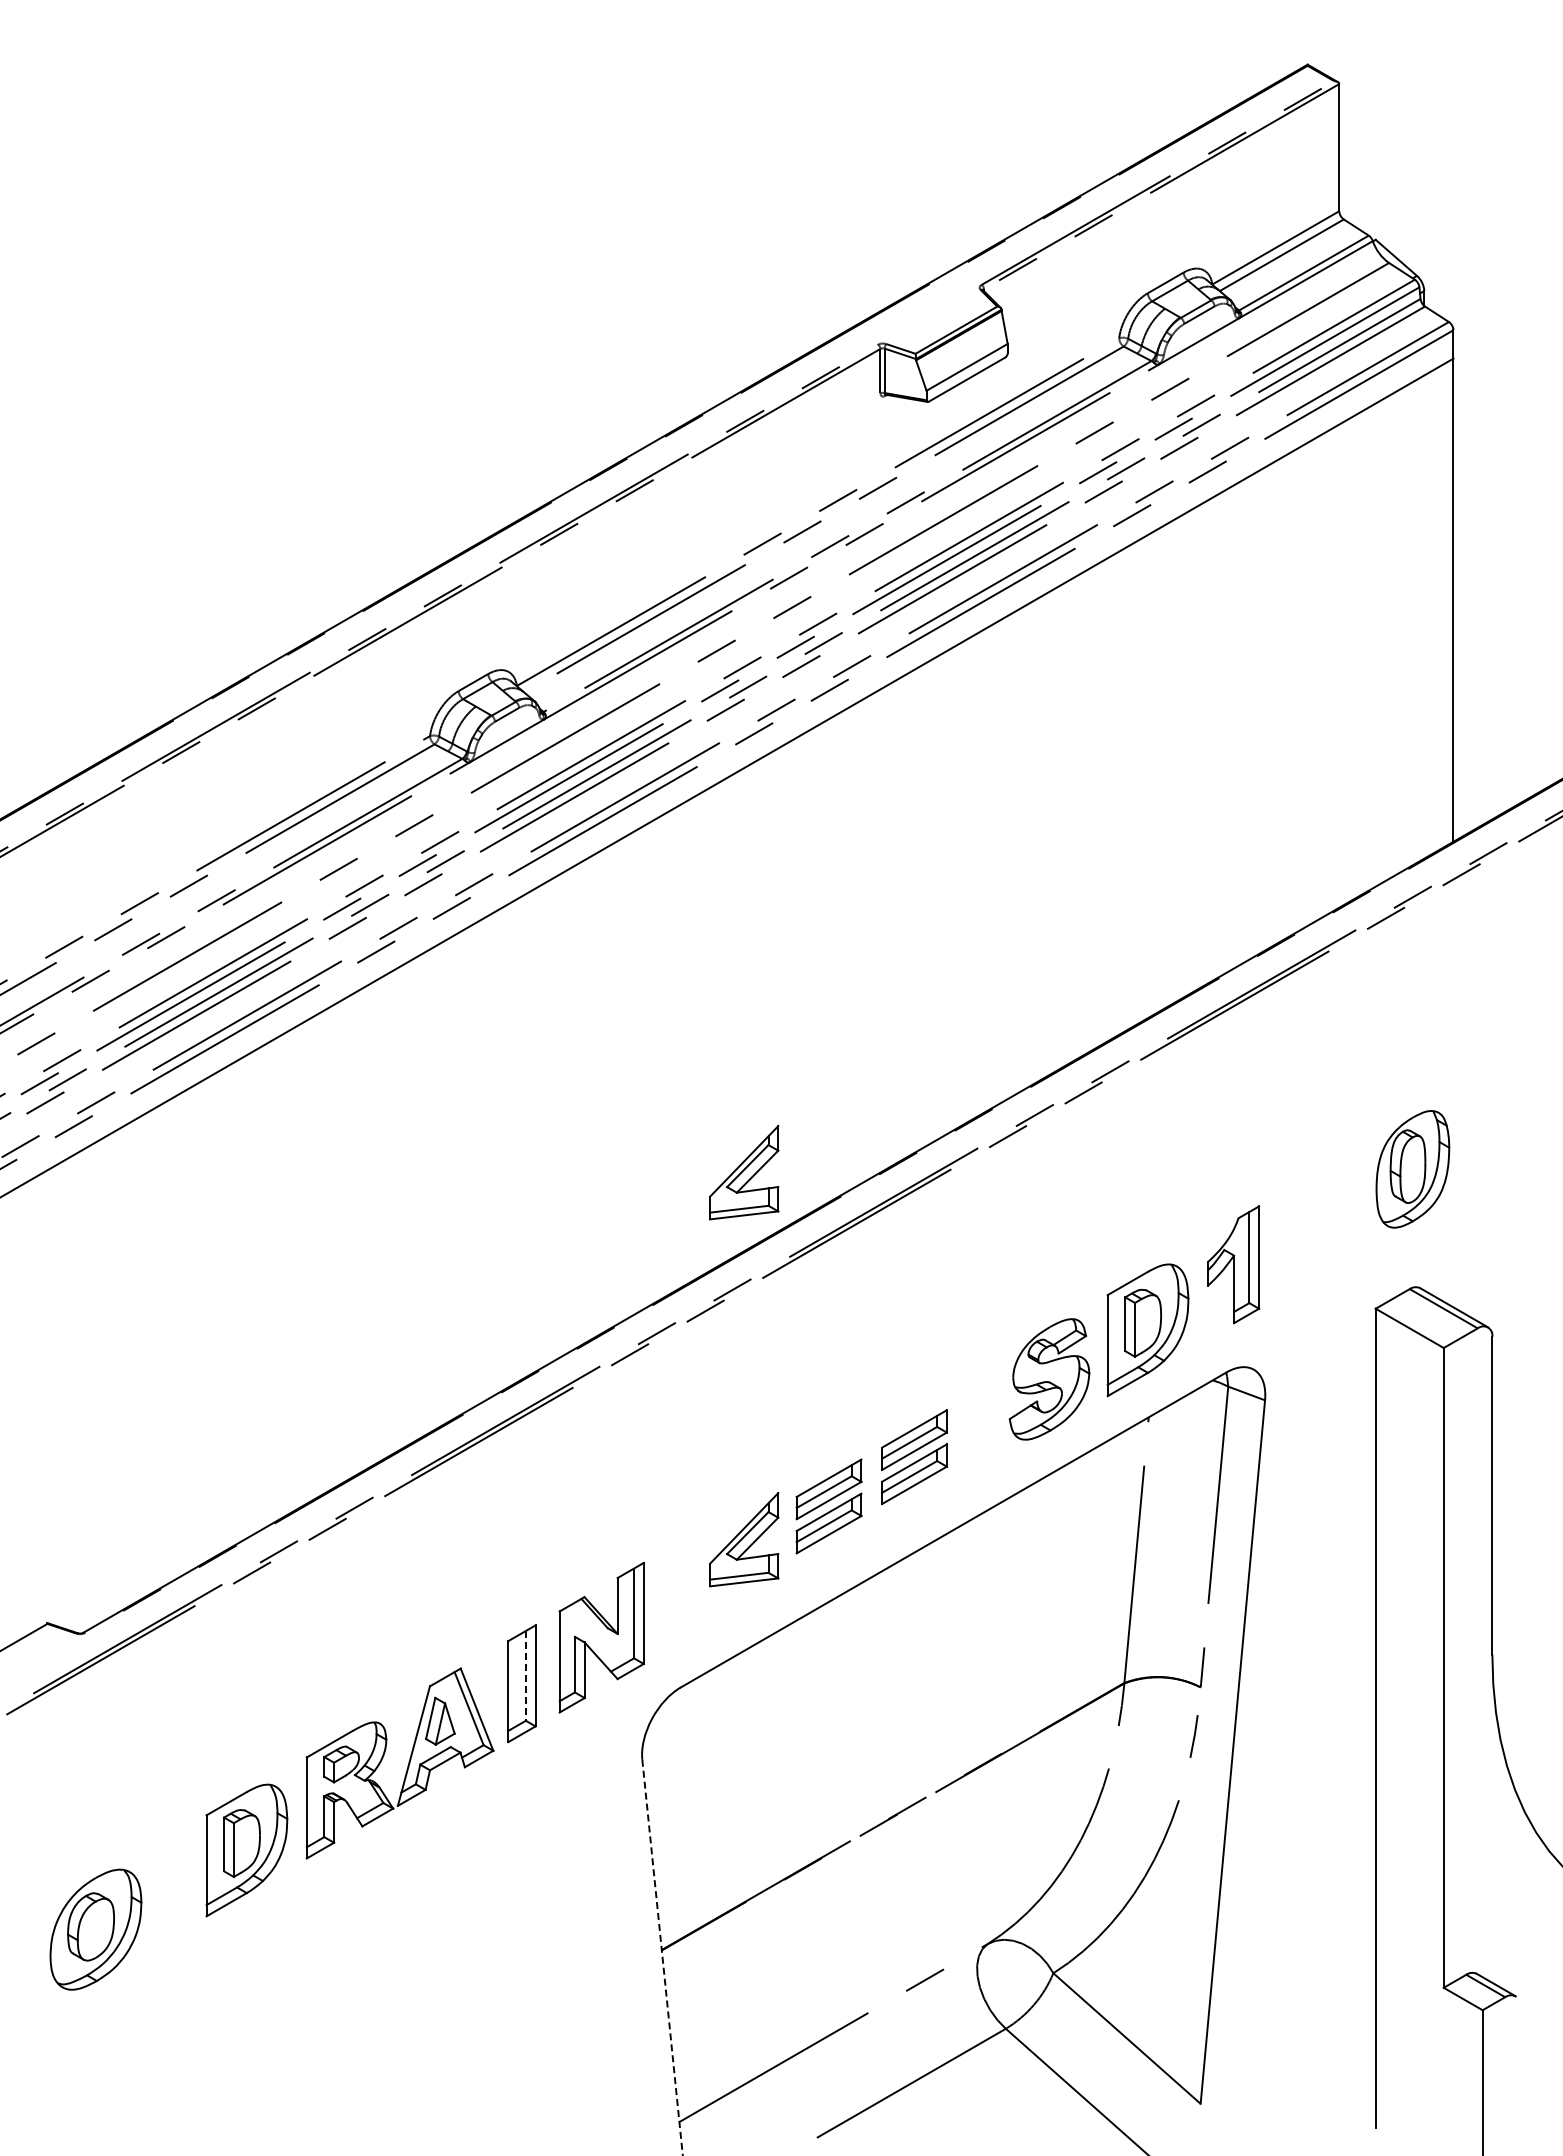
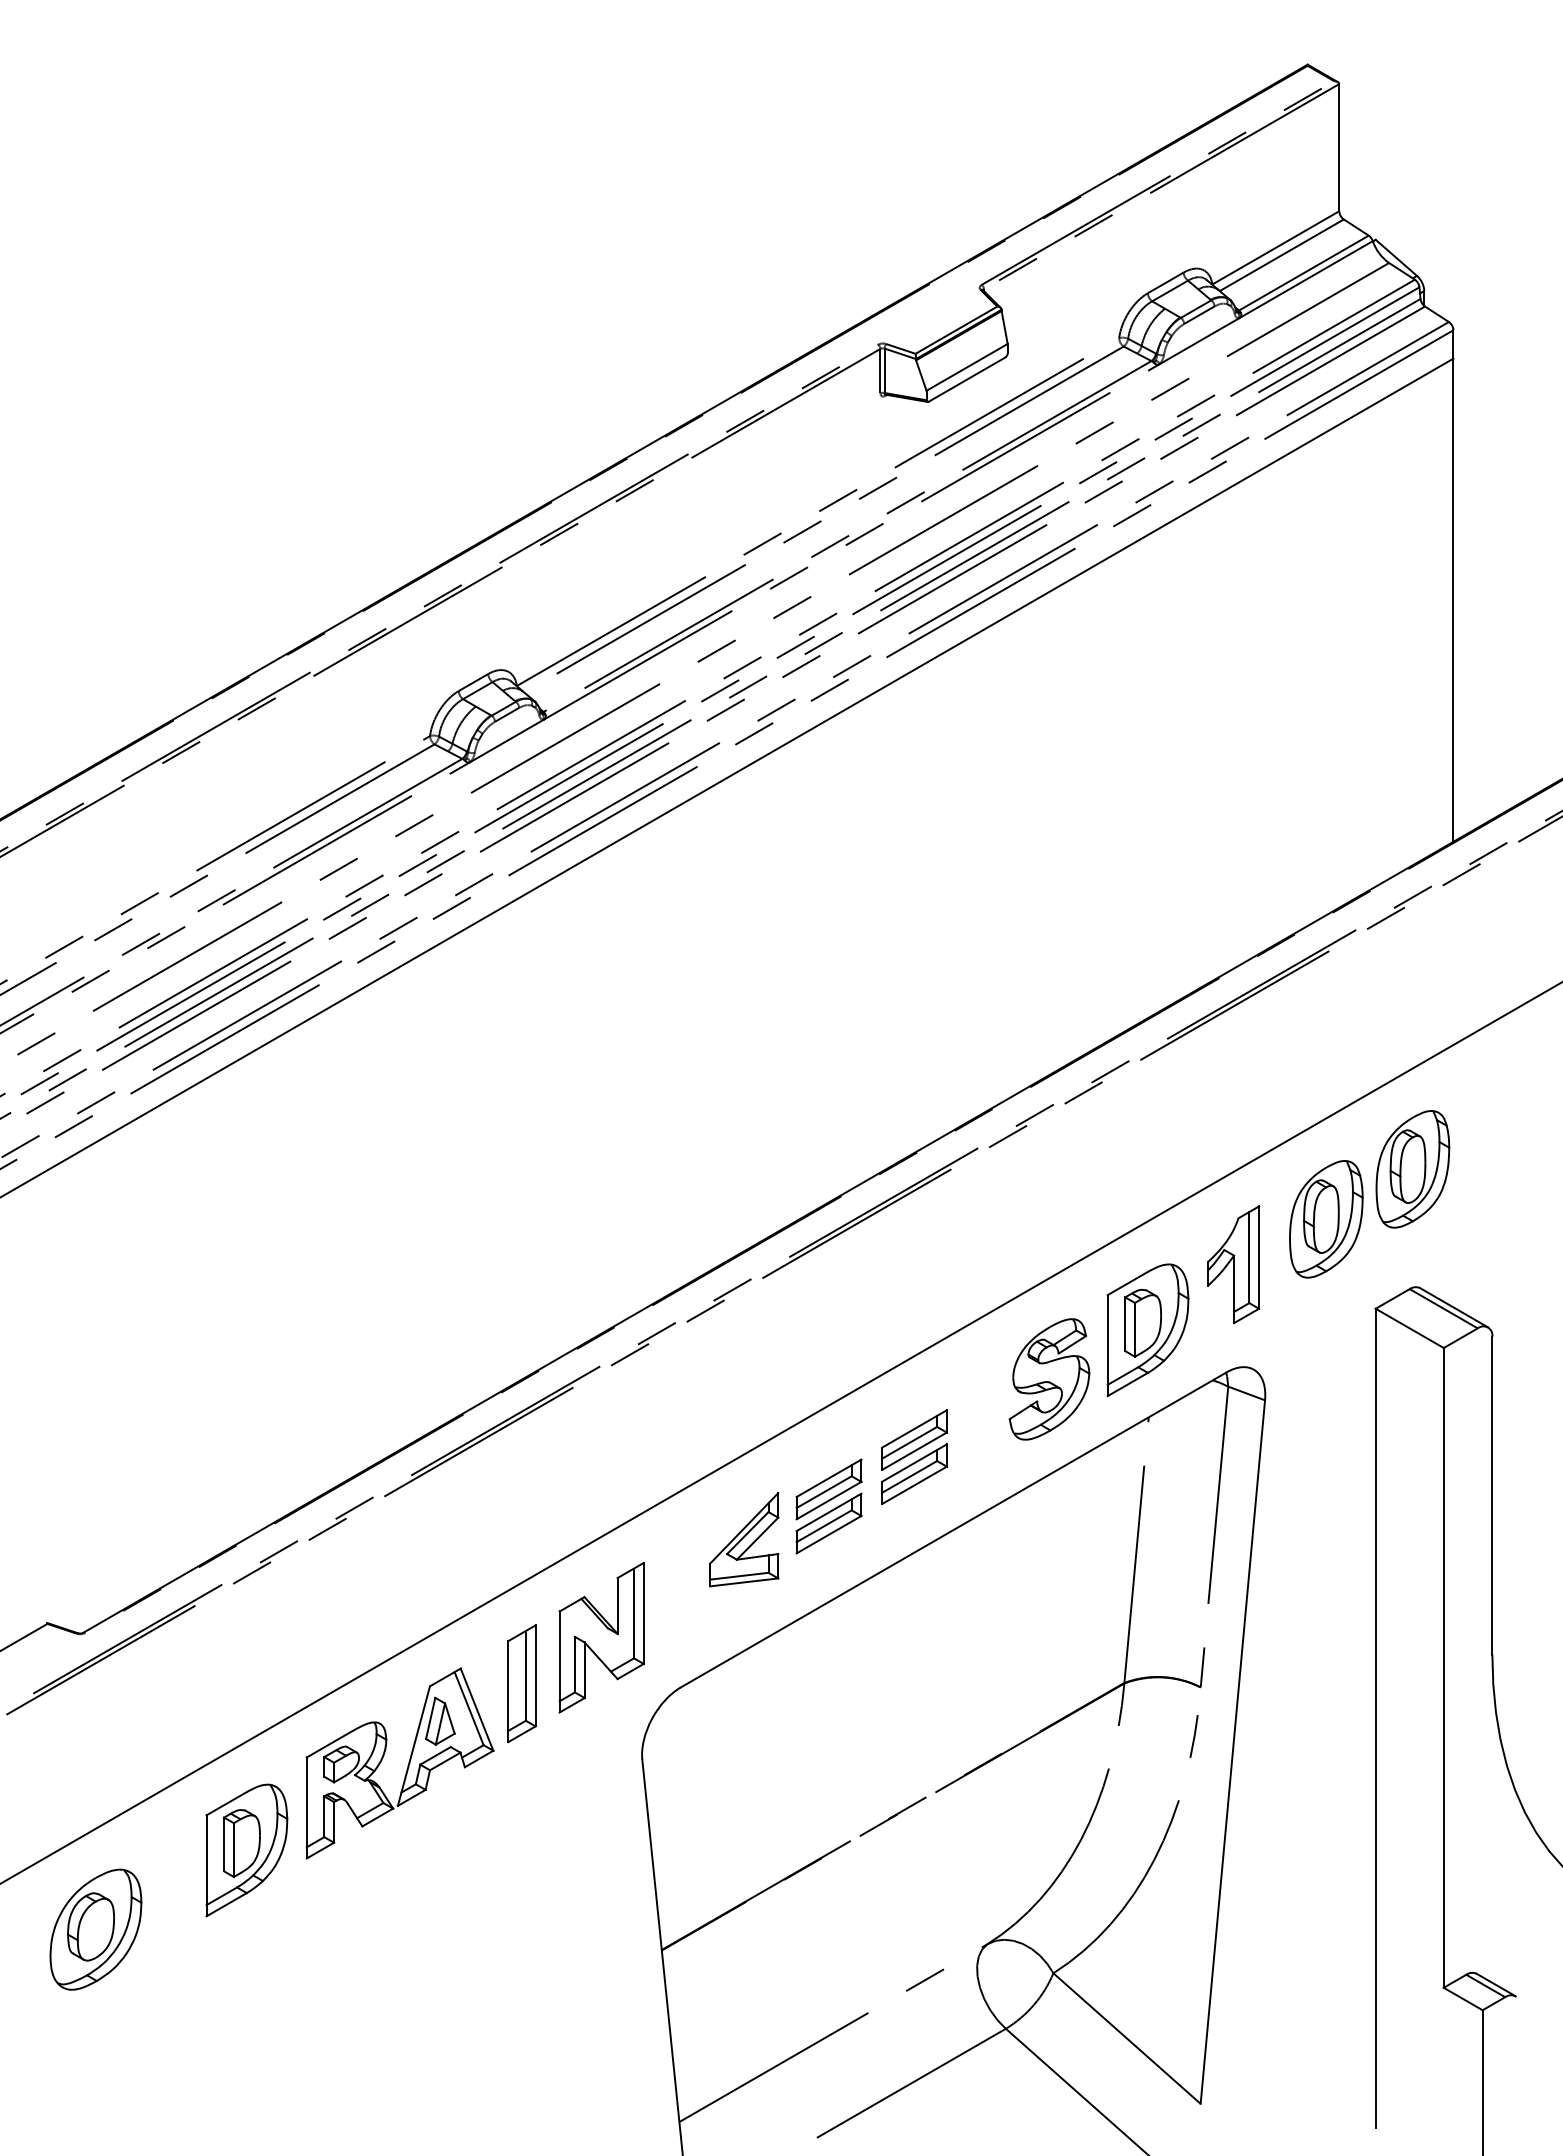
part at (744, 1172): present -> none
part at (1326, 1219): none -> present
line at (780, 1432): none -> present
line at (525, 1675): dashed -> solid
line at (662, 1957): dashed -> solid
